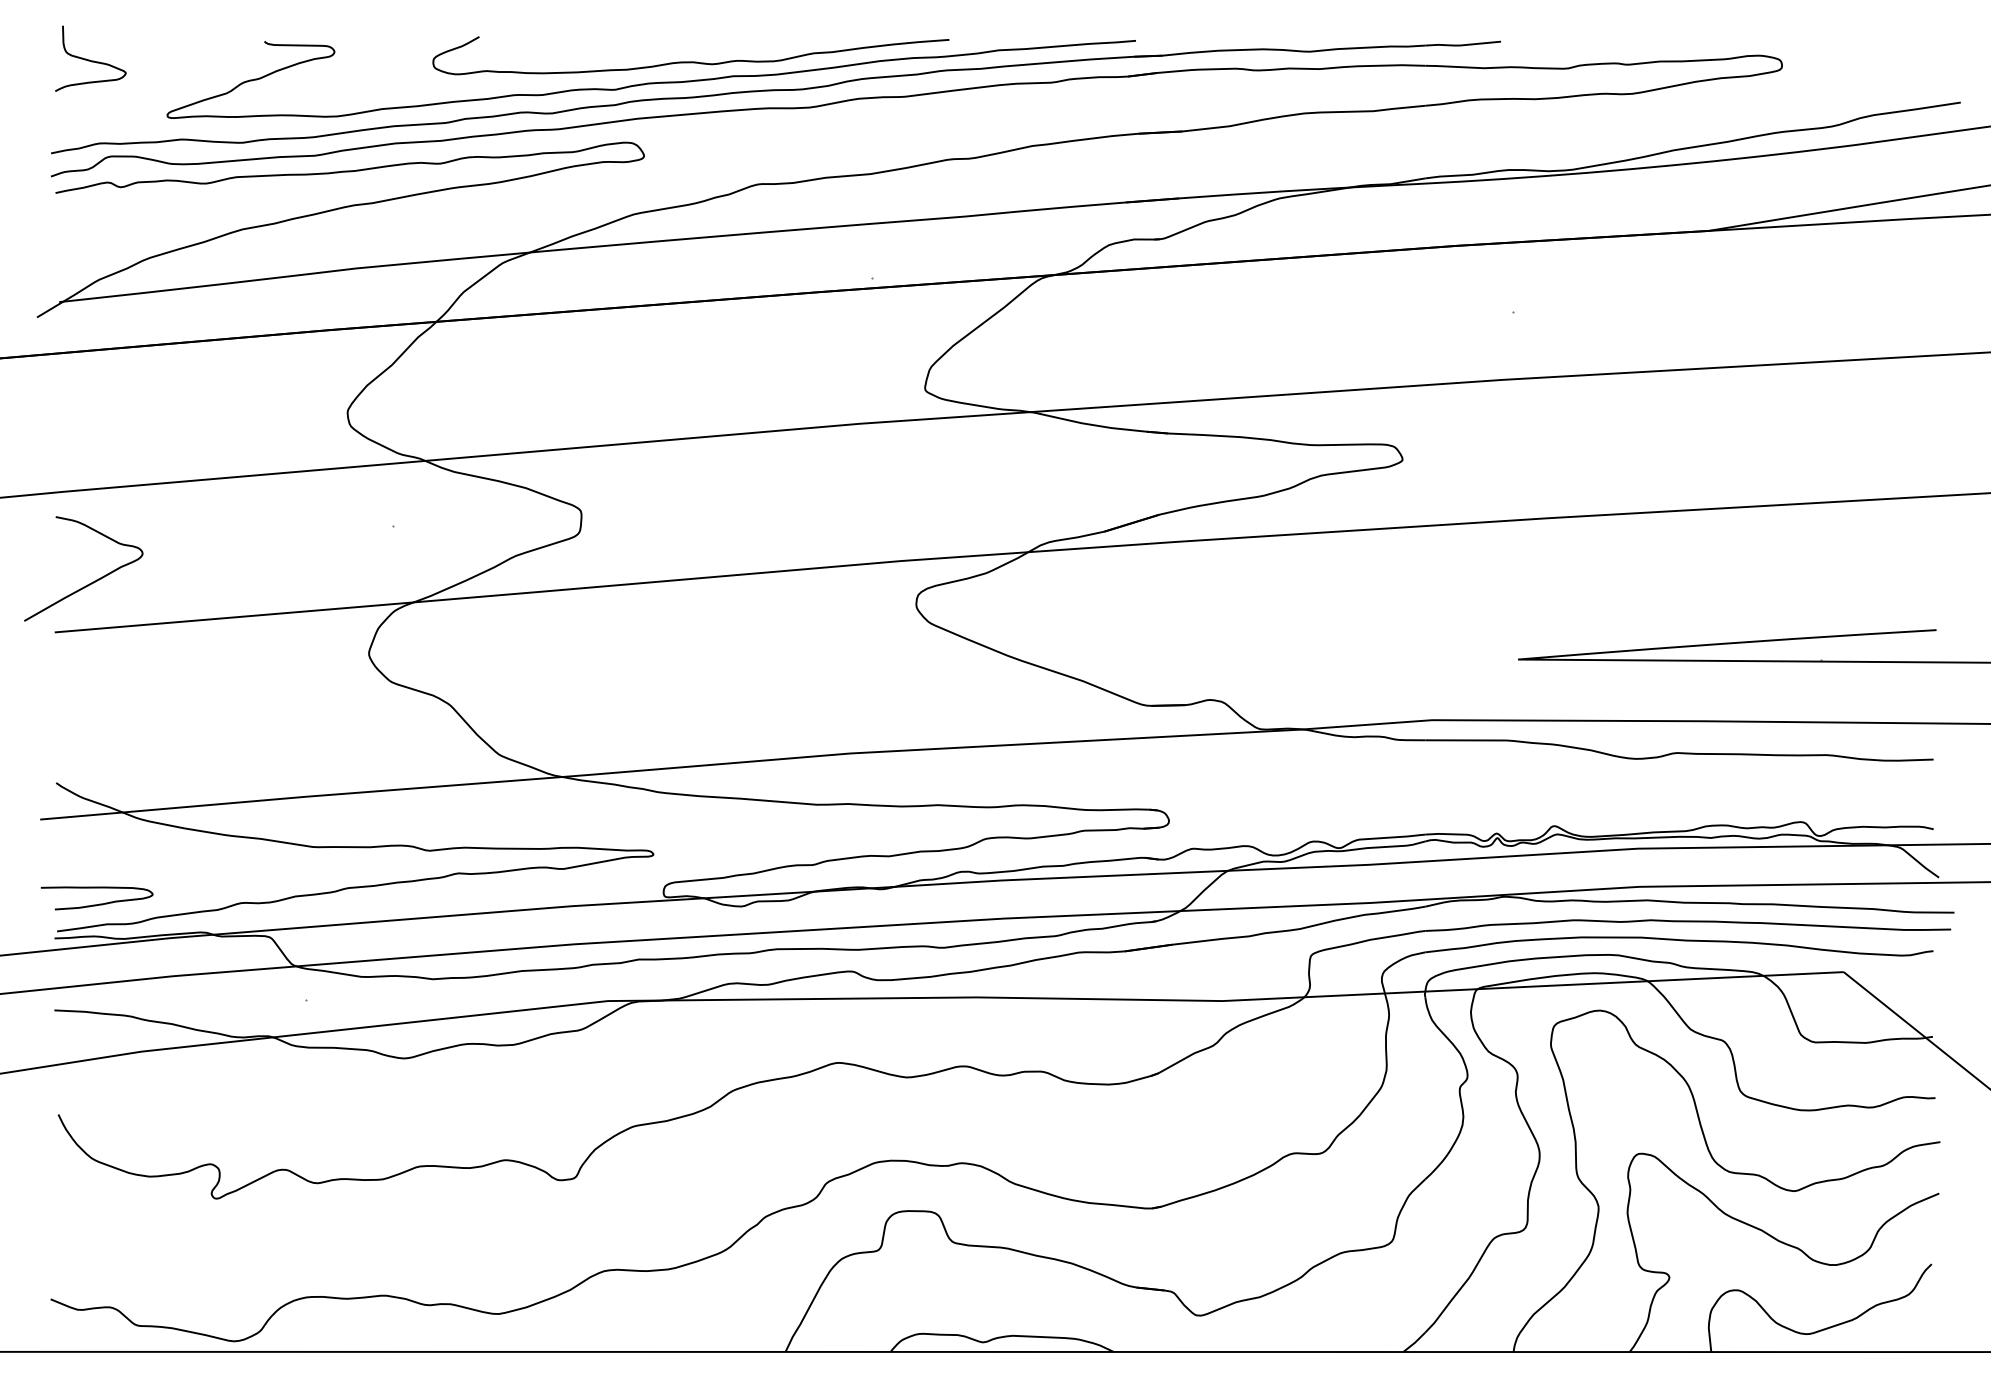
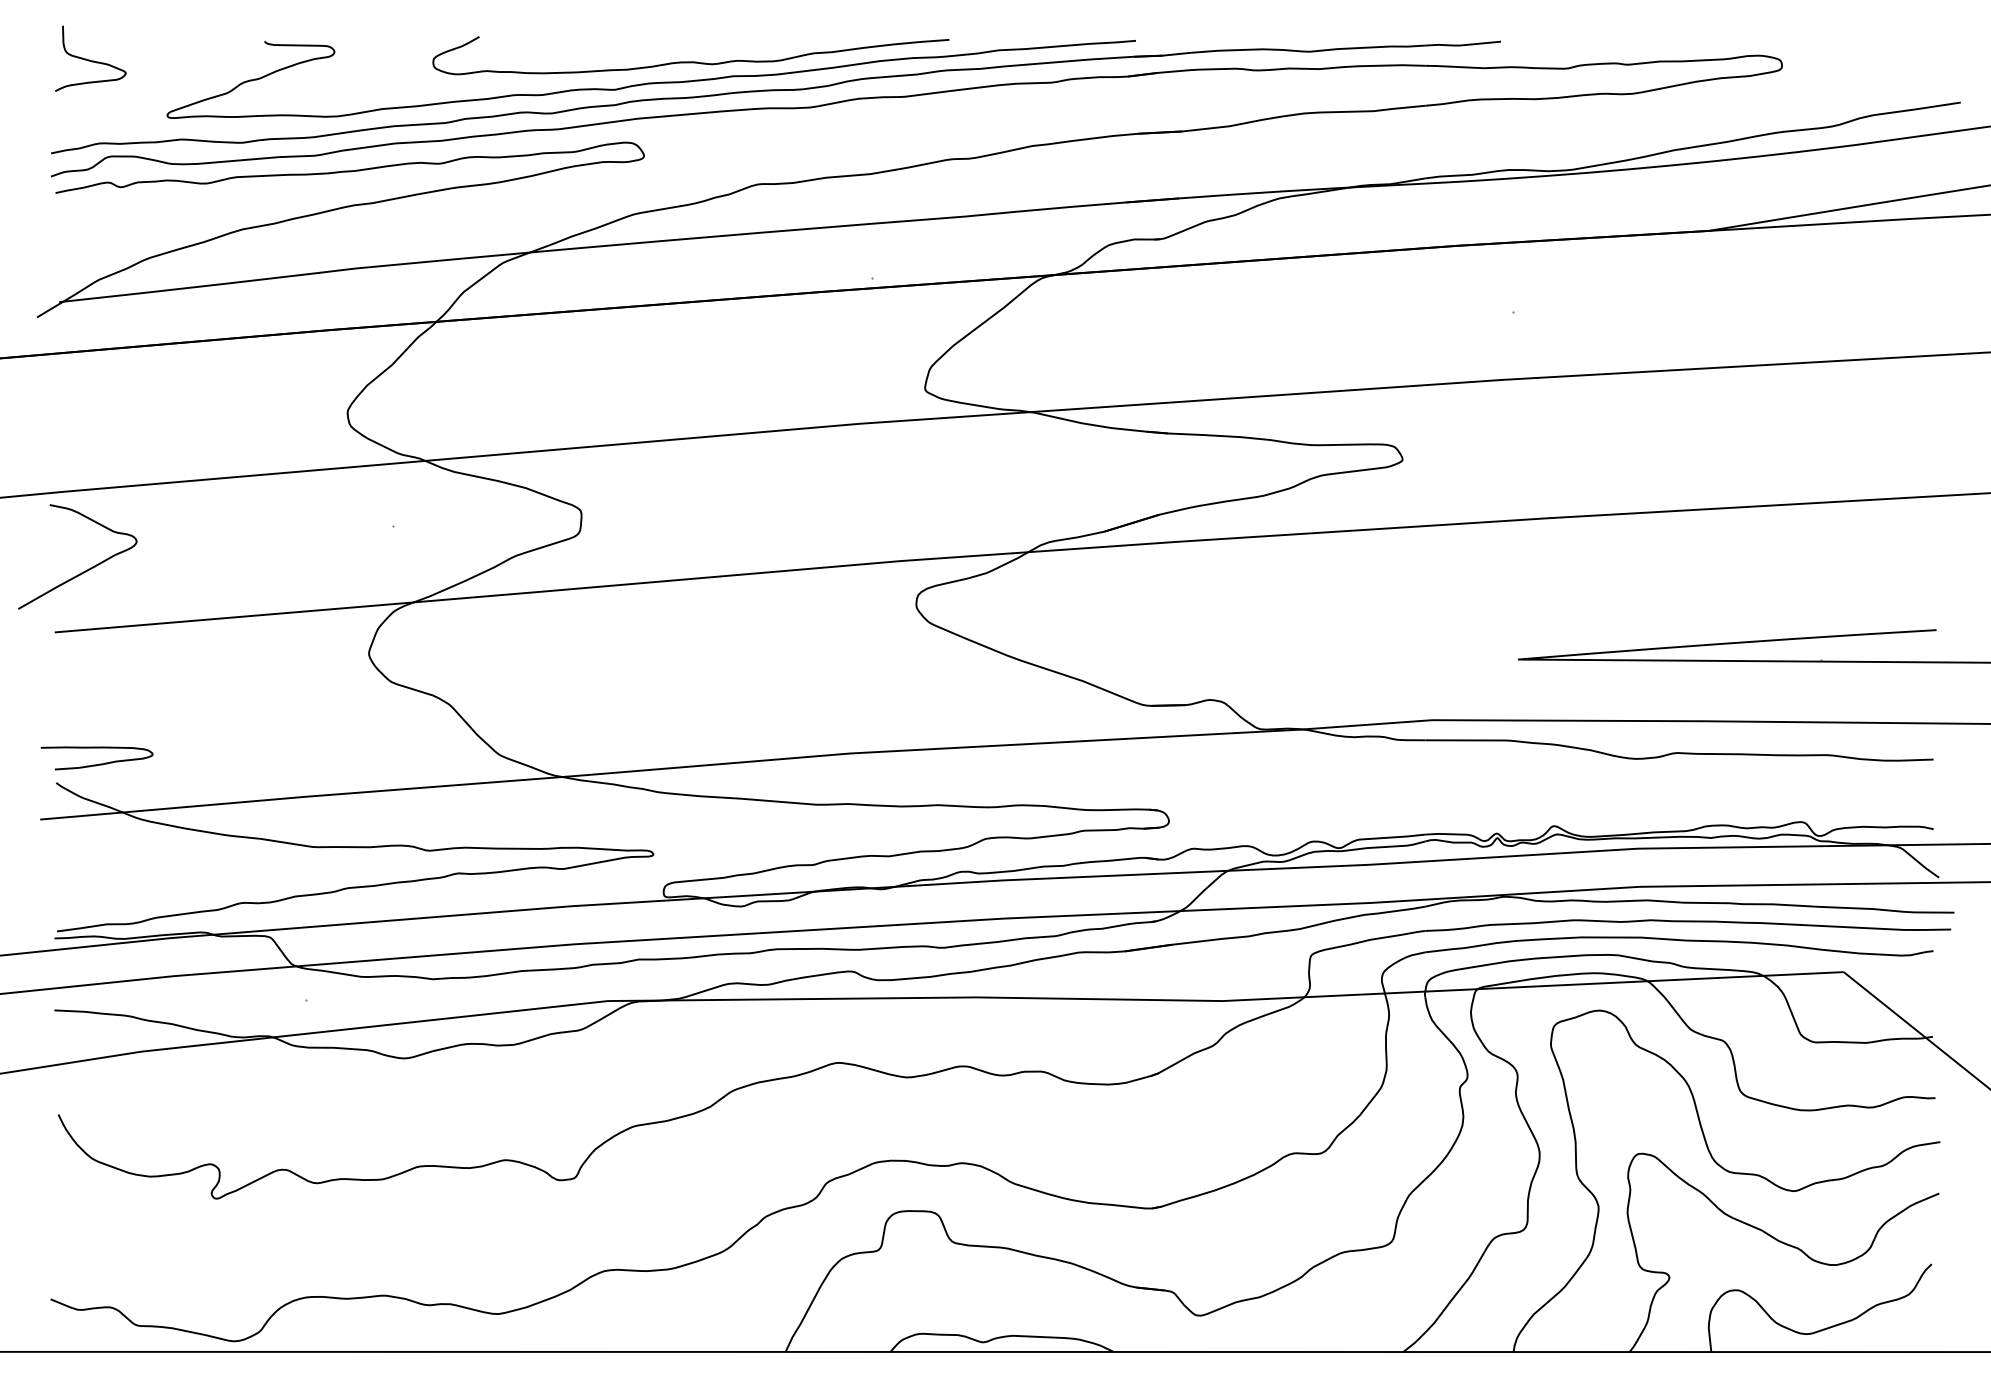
curve at (91, 582) position: (91, 582) -> (85, 570)
curve at (99, 903) position: (99, 903) -> (99, 763)
